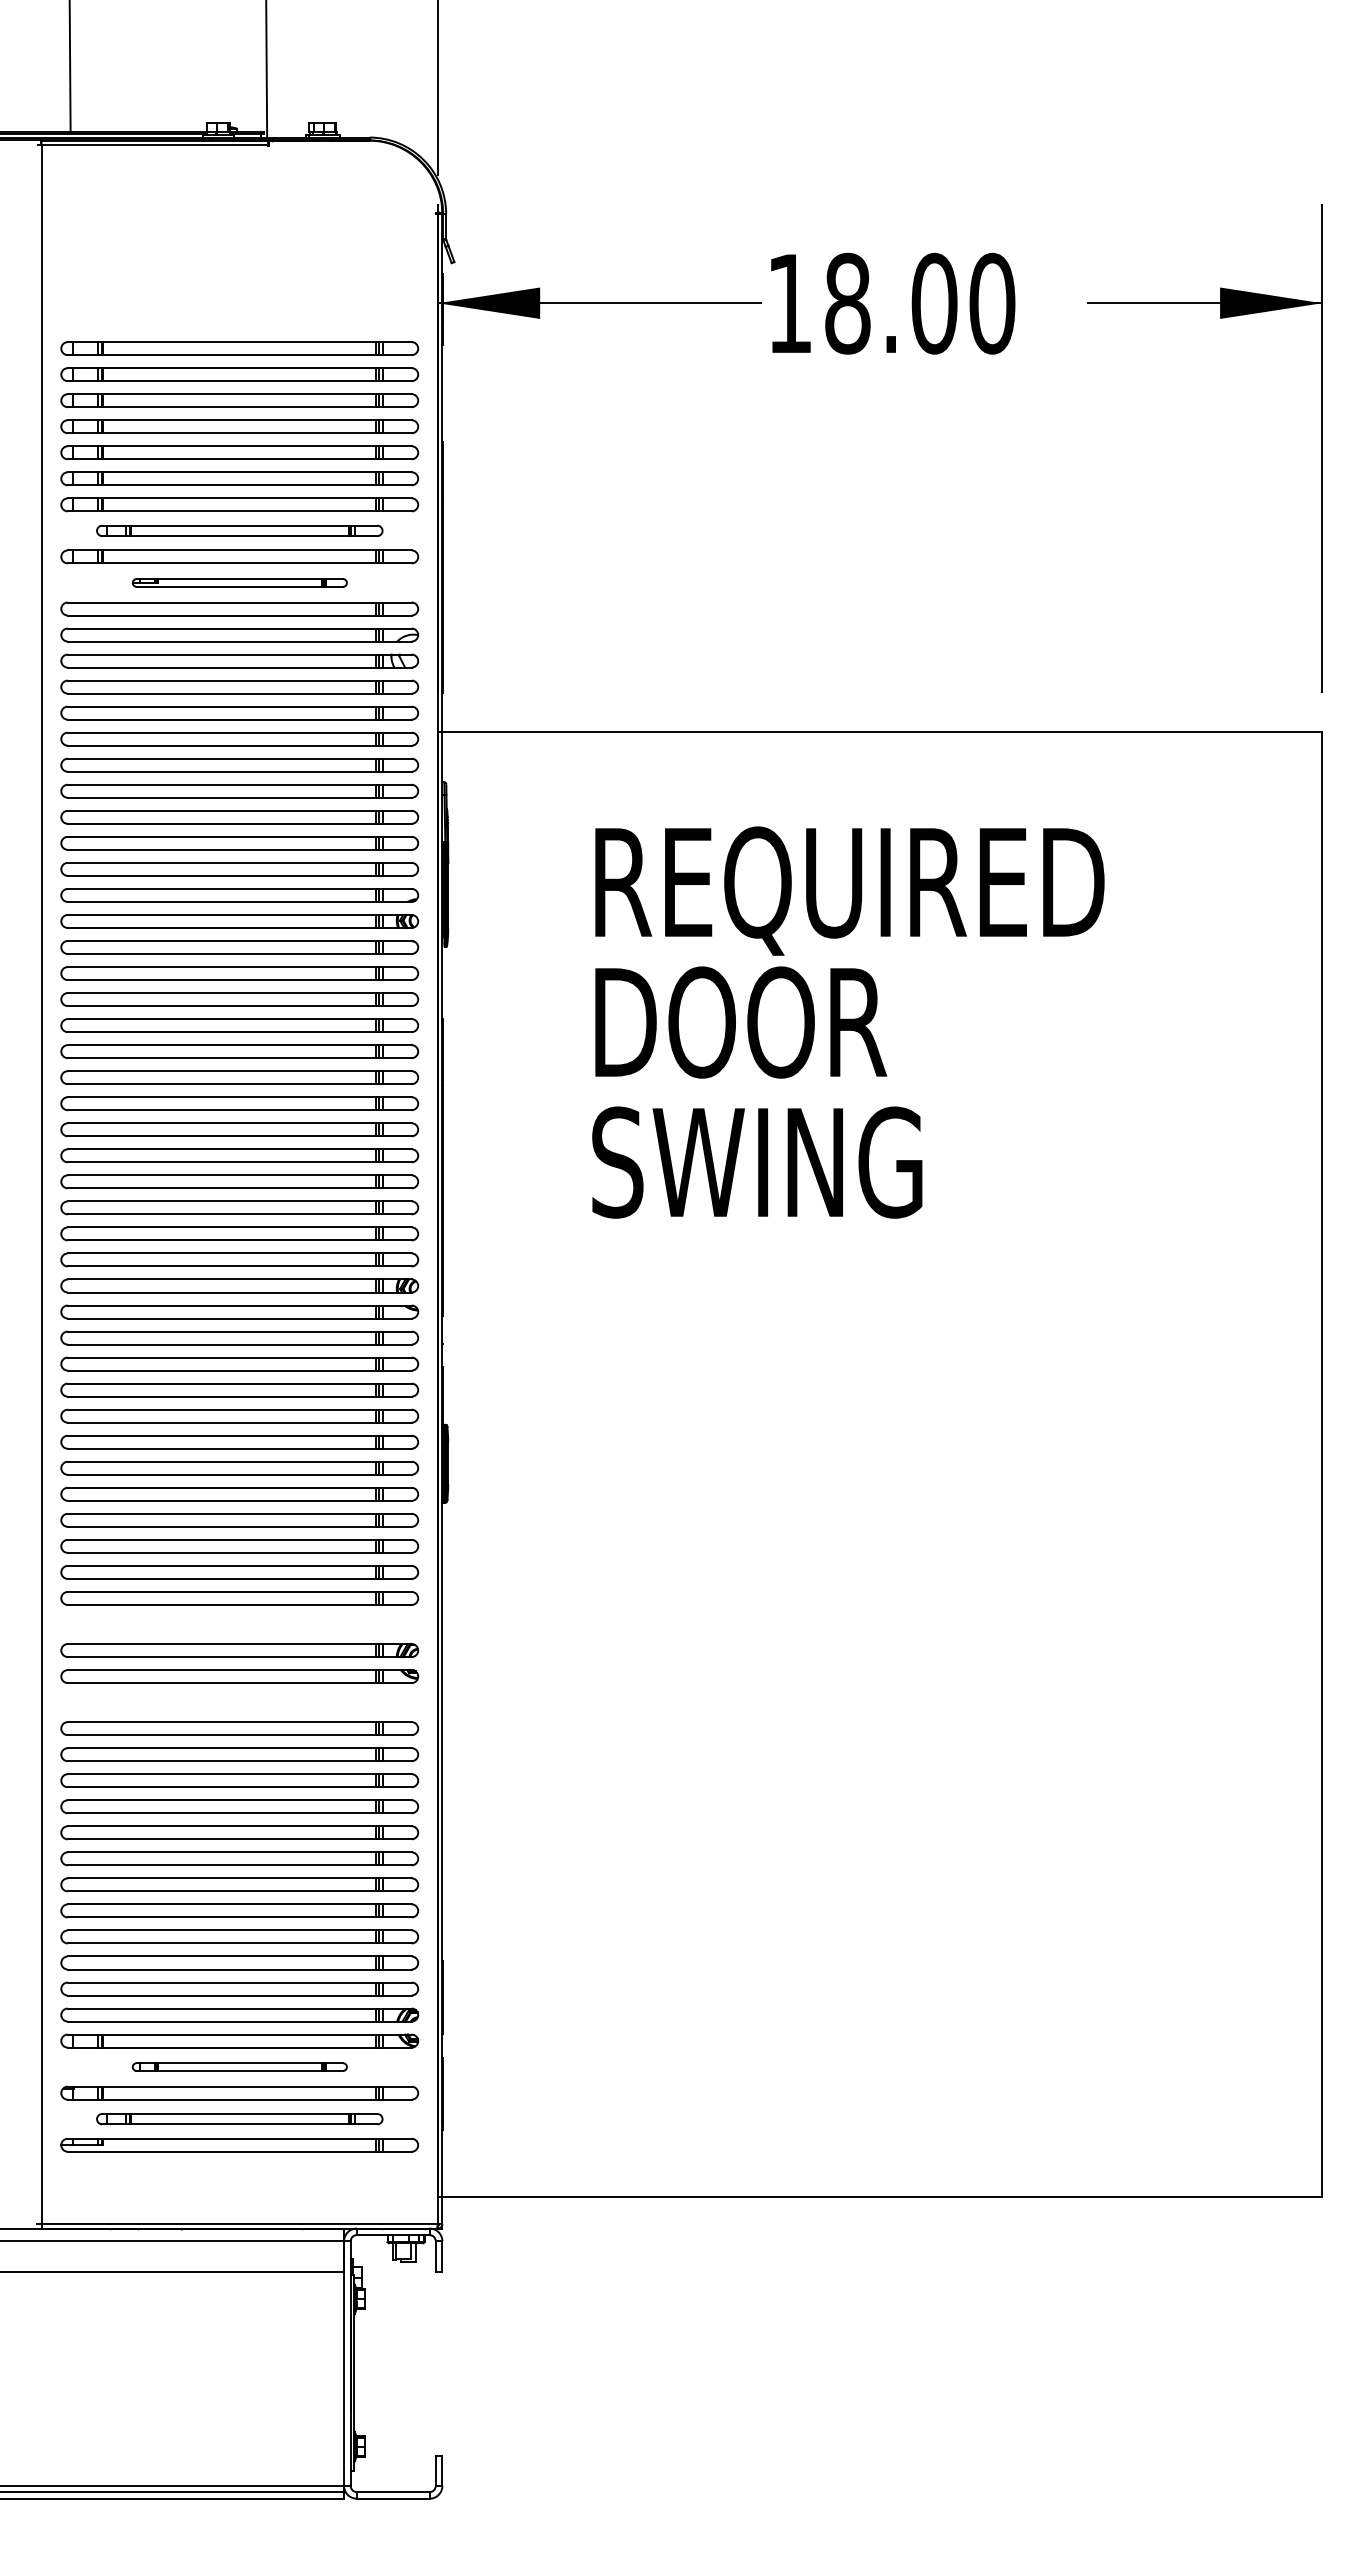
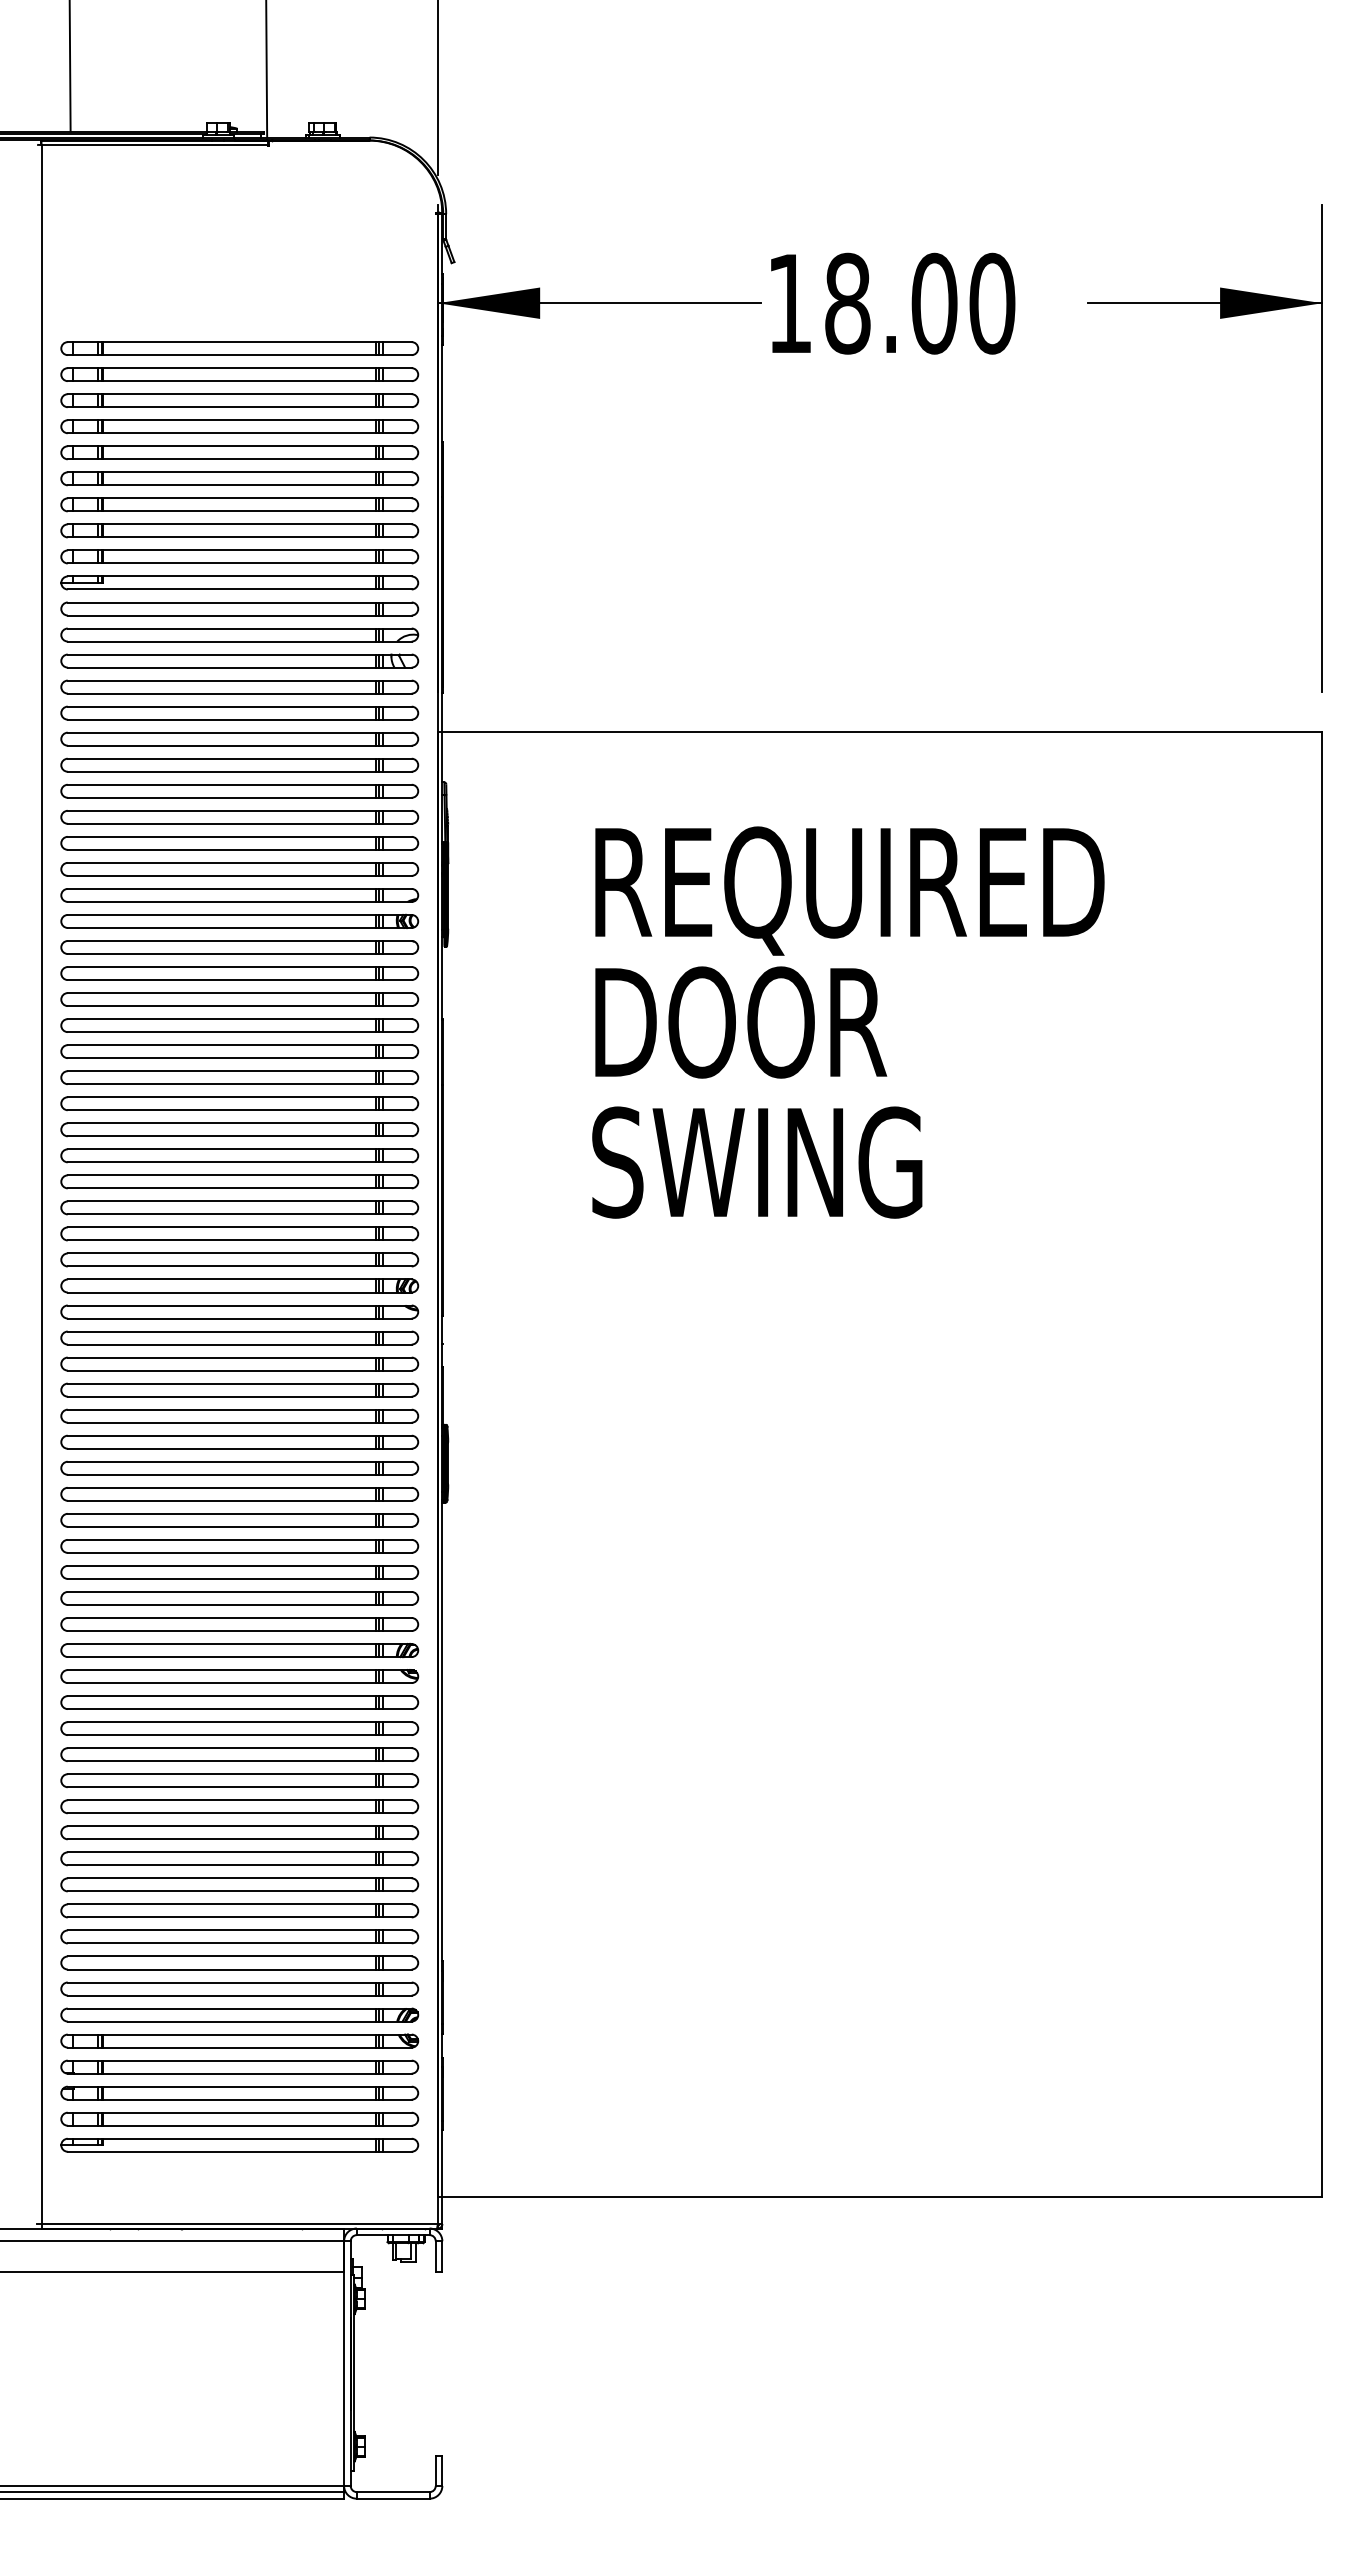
part at (239, 530) size: 288x13 px -> 360x16 px
part at (239, 582) size: 217x10 px -> 360x16 px
part at (239, 1624): none -> present
part at (239, 1702): none -> present
part at (239, 2066) size: 217x10 px -> 360x16 px
part at (239, 2119) size: 288x13 px -> 360x16 px
